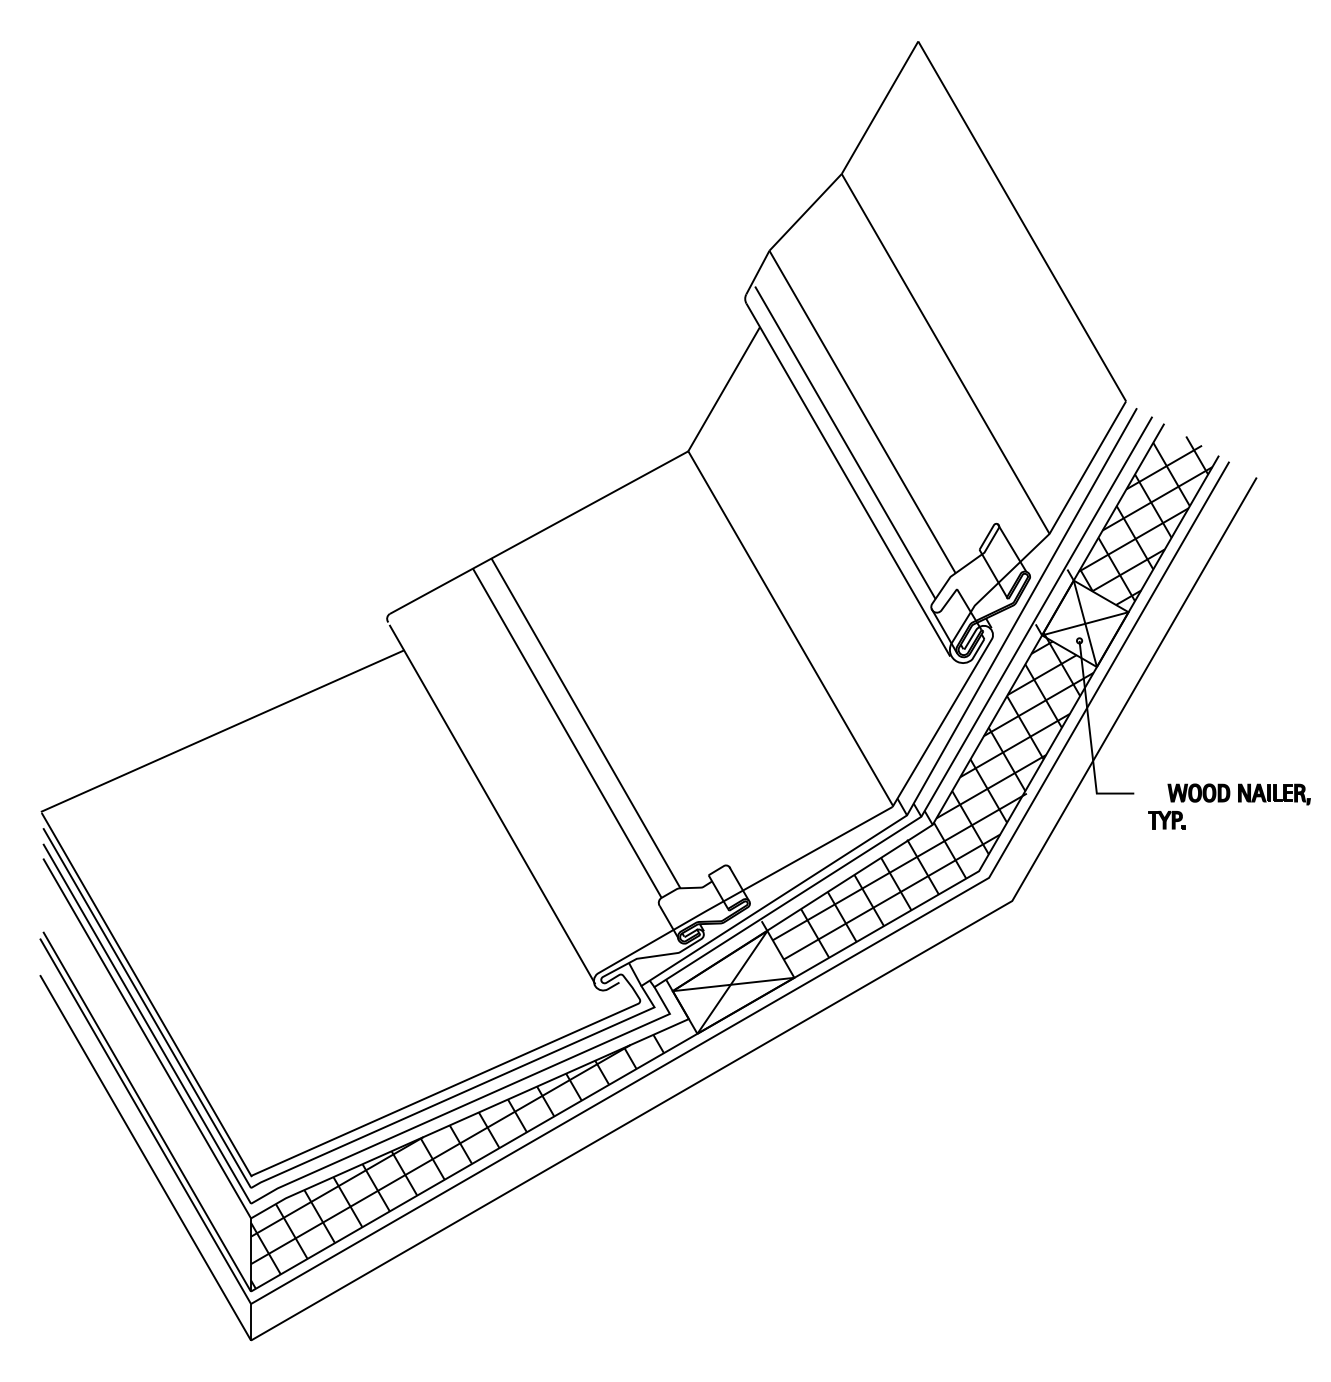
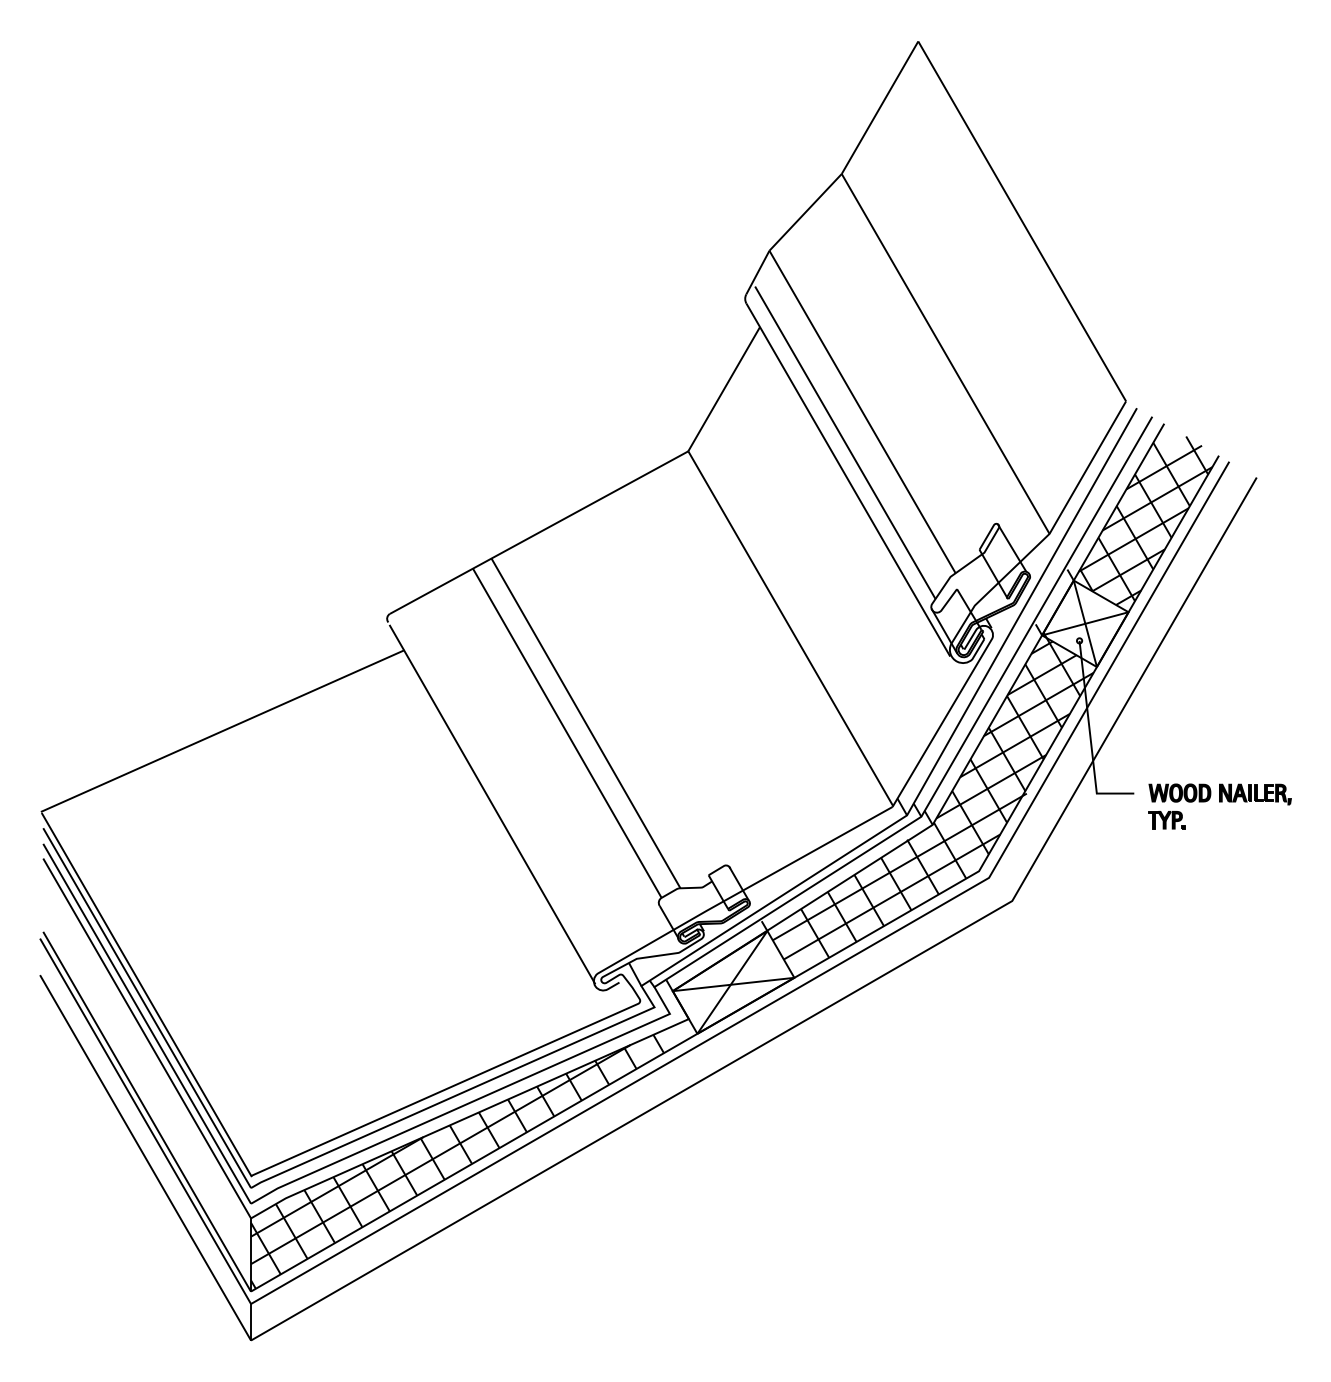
part at (1238, 794) position: (1238, 794) -> (1219, 794)
